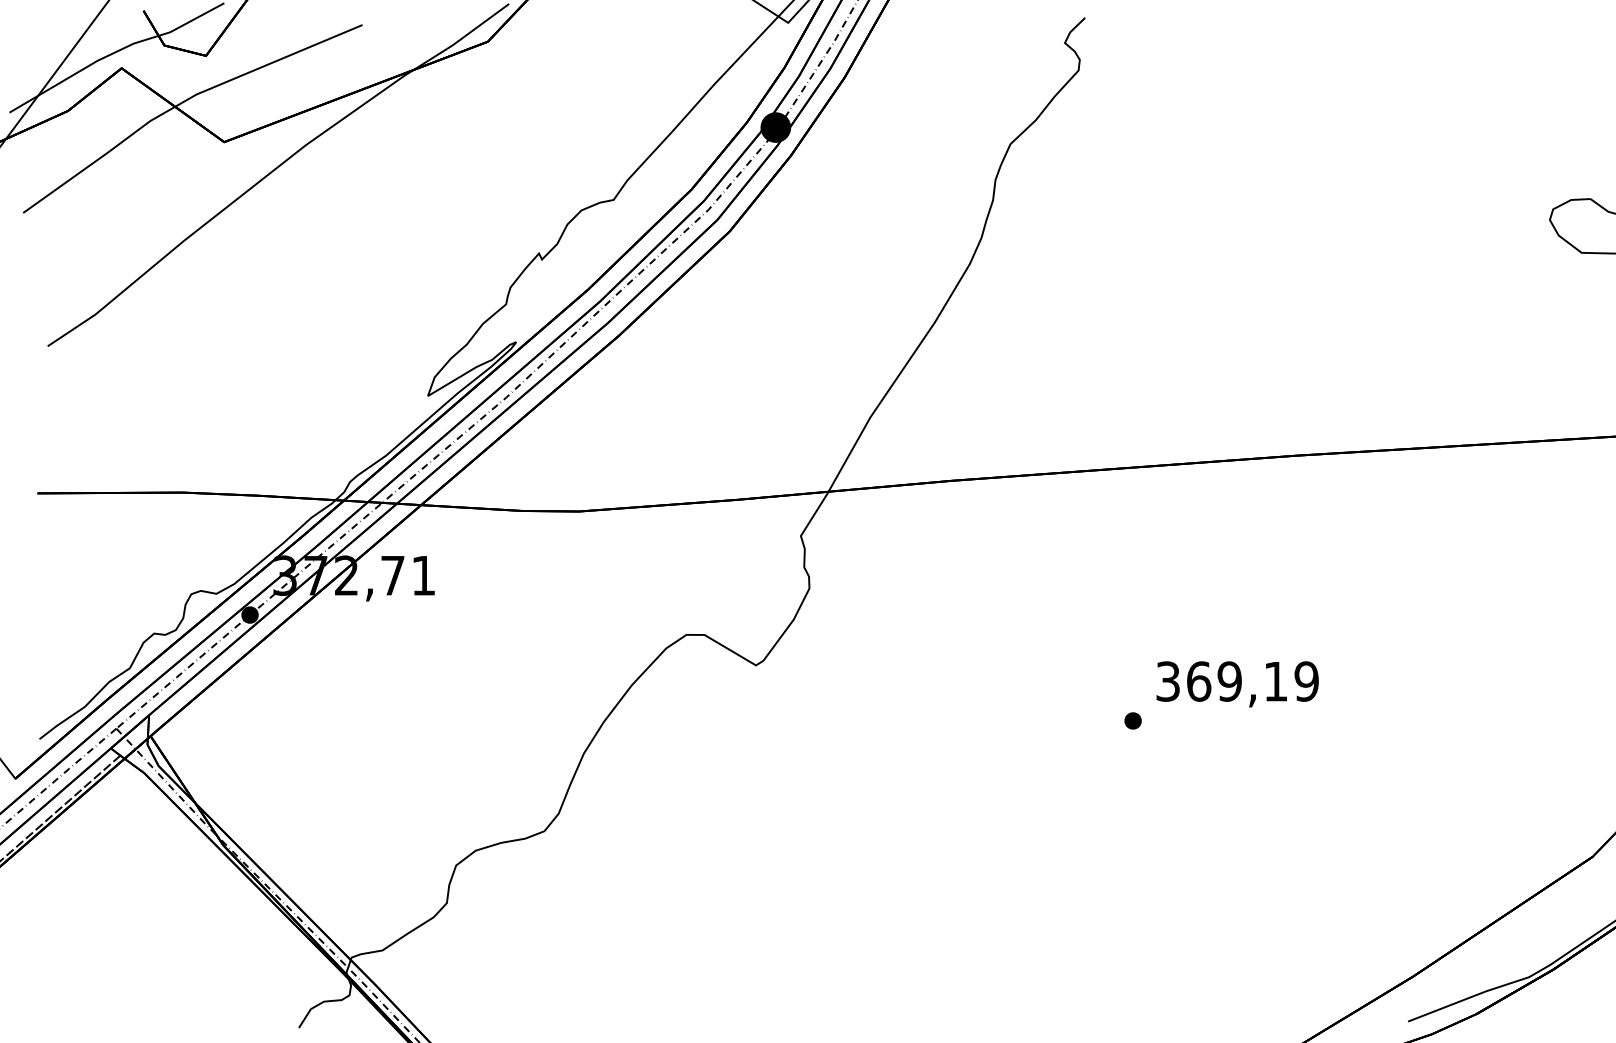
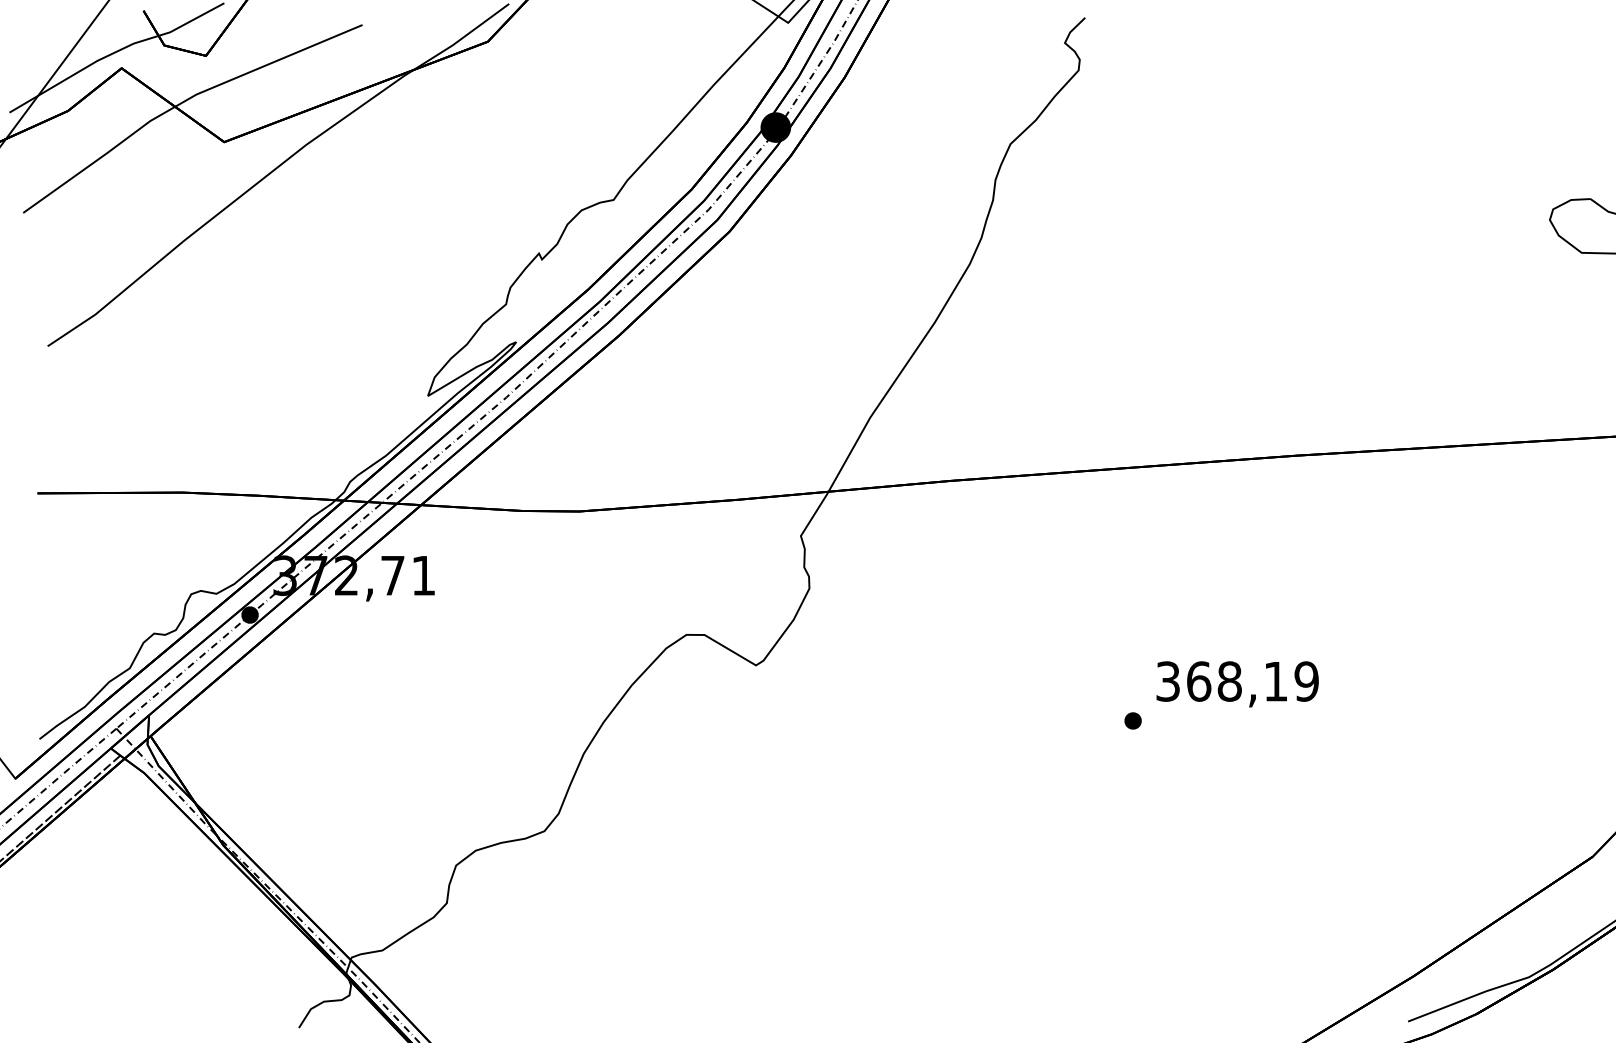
text at (1229, 681): 369,19 -> 368,19
